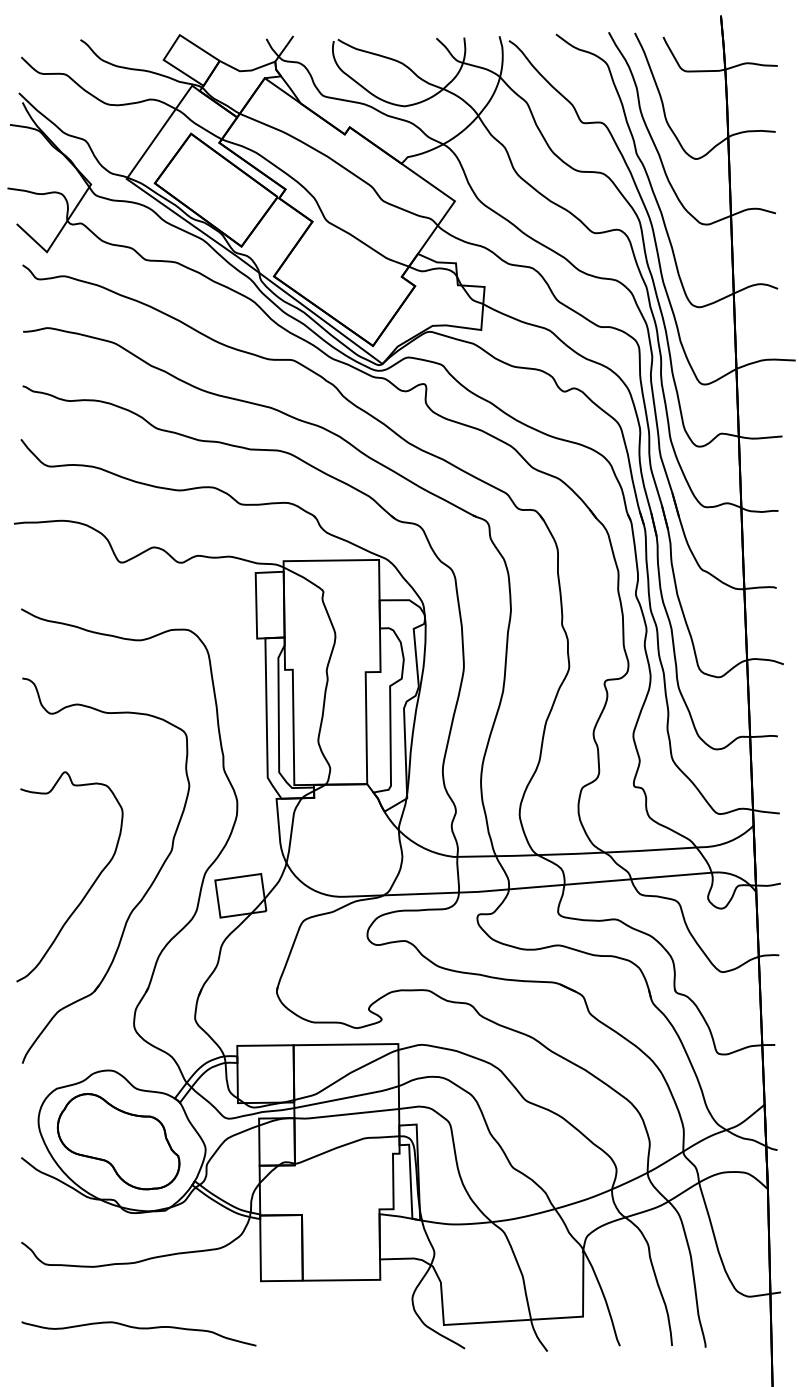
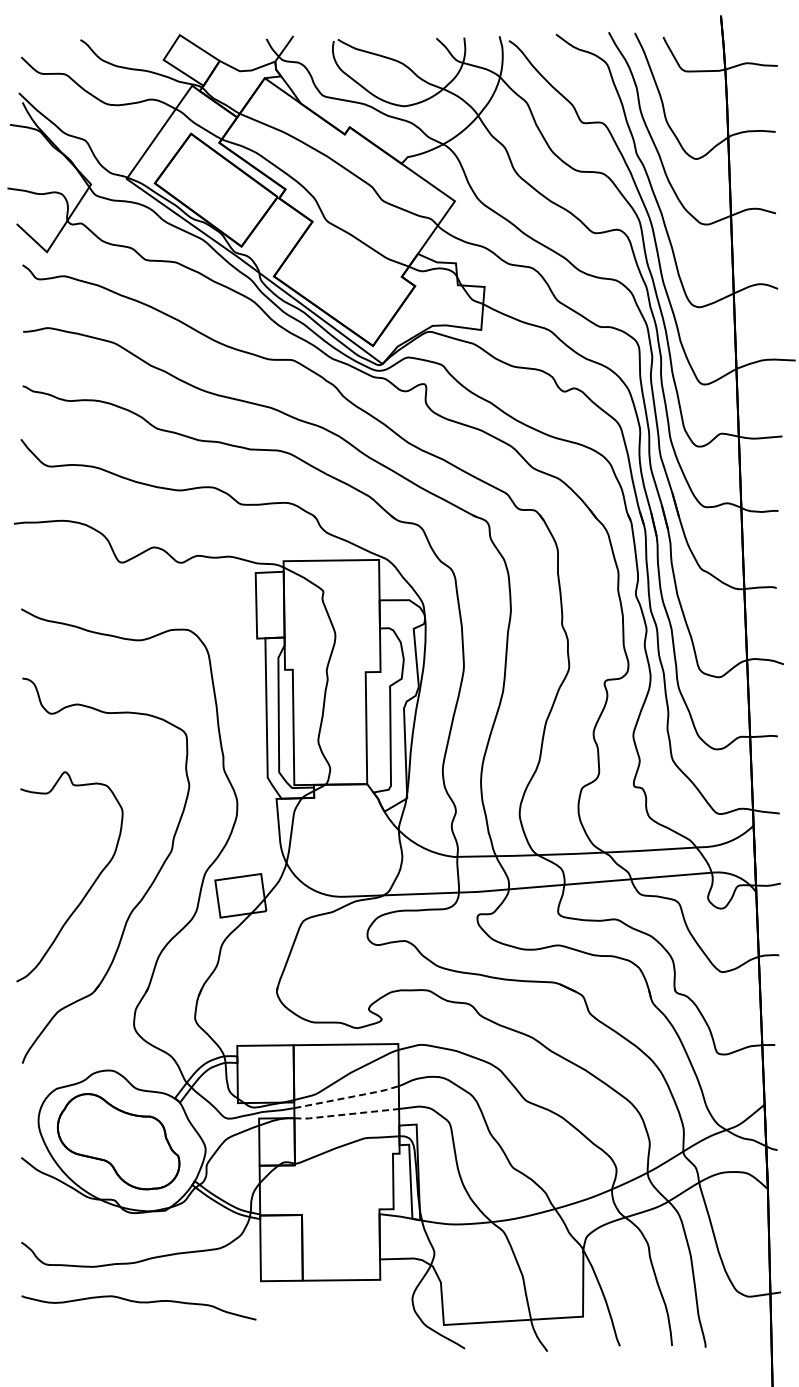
line at (348, 1097): solid -> dashed
line at (345, 1114): solid -> dashed
curve at (138, 1329) position: (138, 1329) -> (138, 1303)
